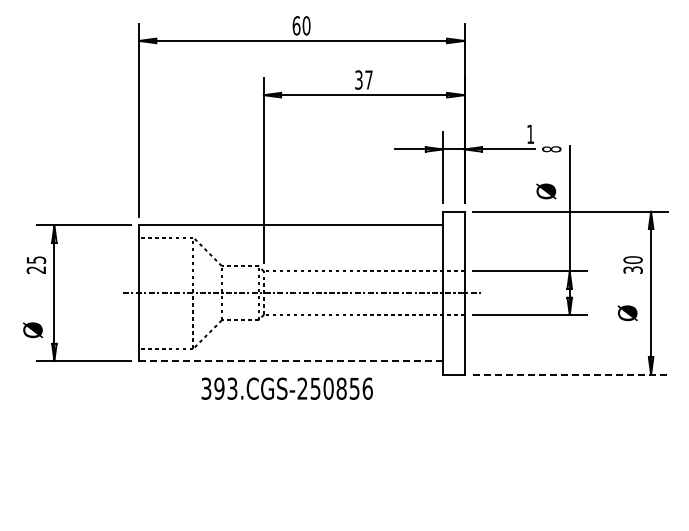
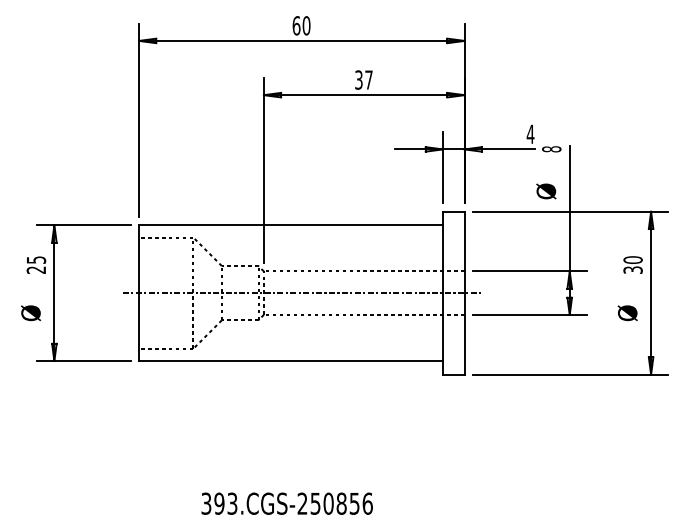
text at (530, 133): 1 -> 4
text at (33, 330) position: (33, 330) -> (31, 313)
line at (291, 360): dashed -> solid
line at (570, 374): dashed -> solid
text at (286, 388) position: (286, 388) -> (286, 503)
